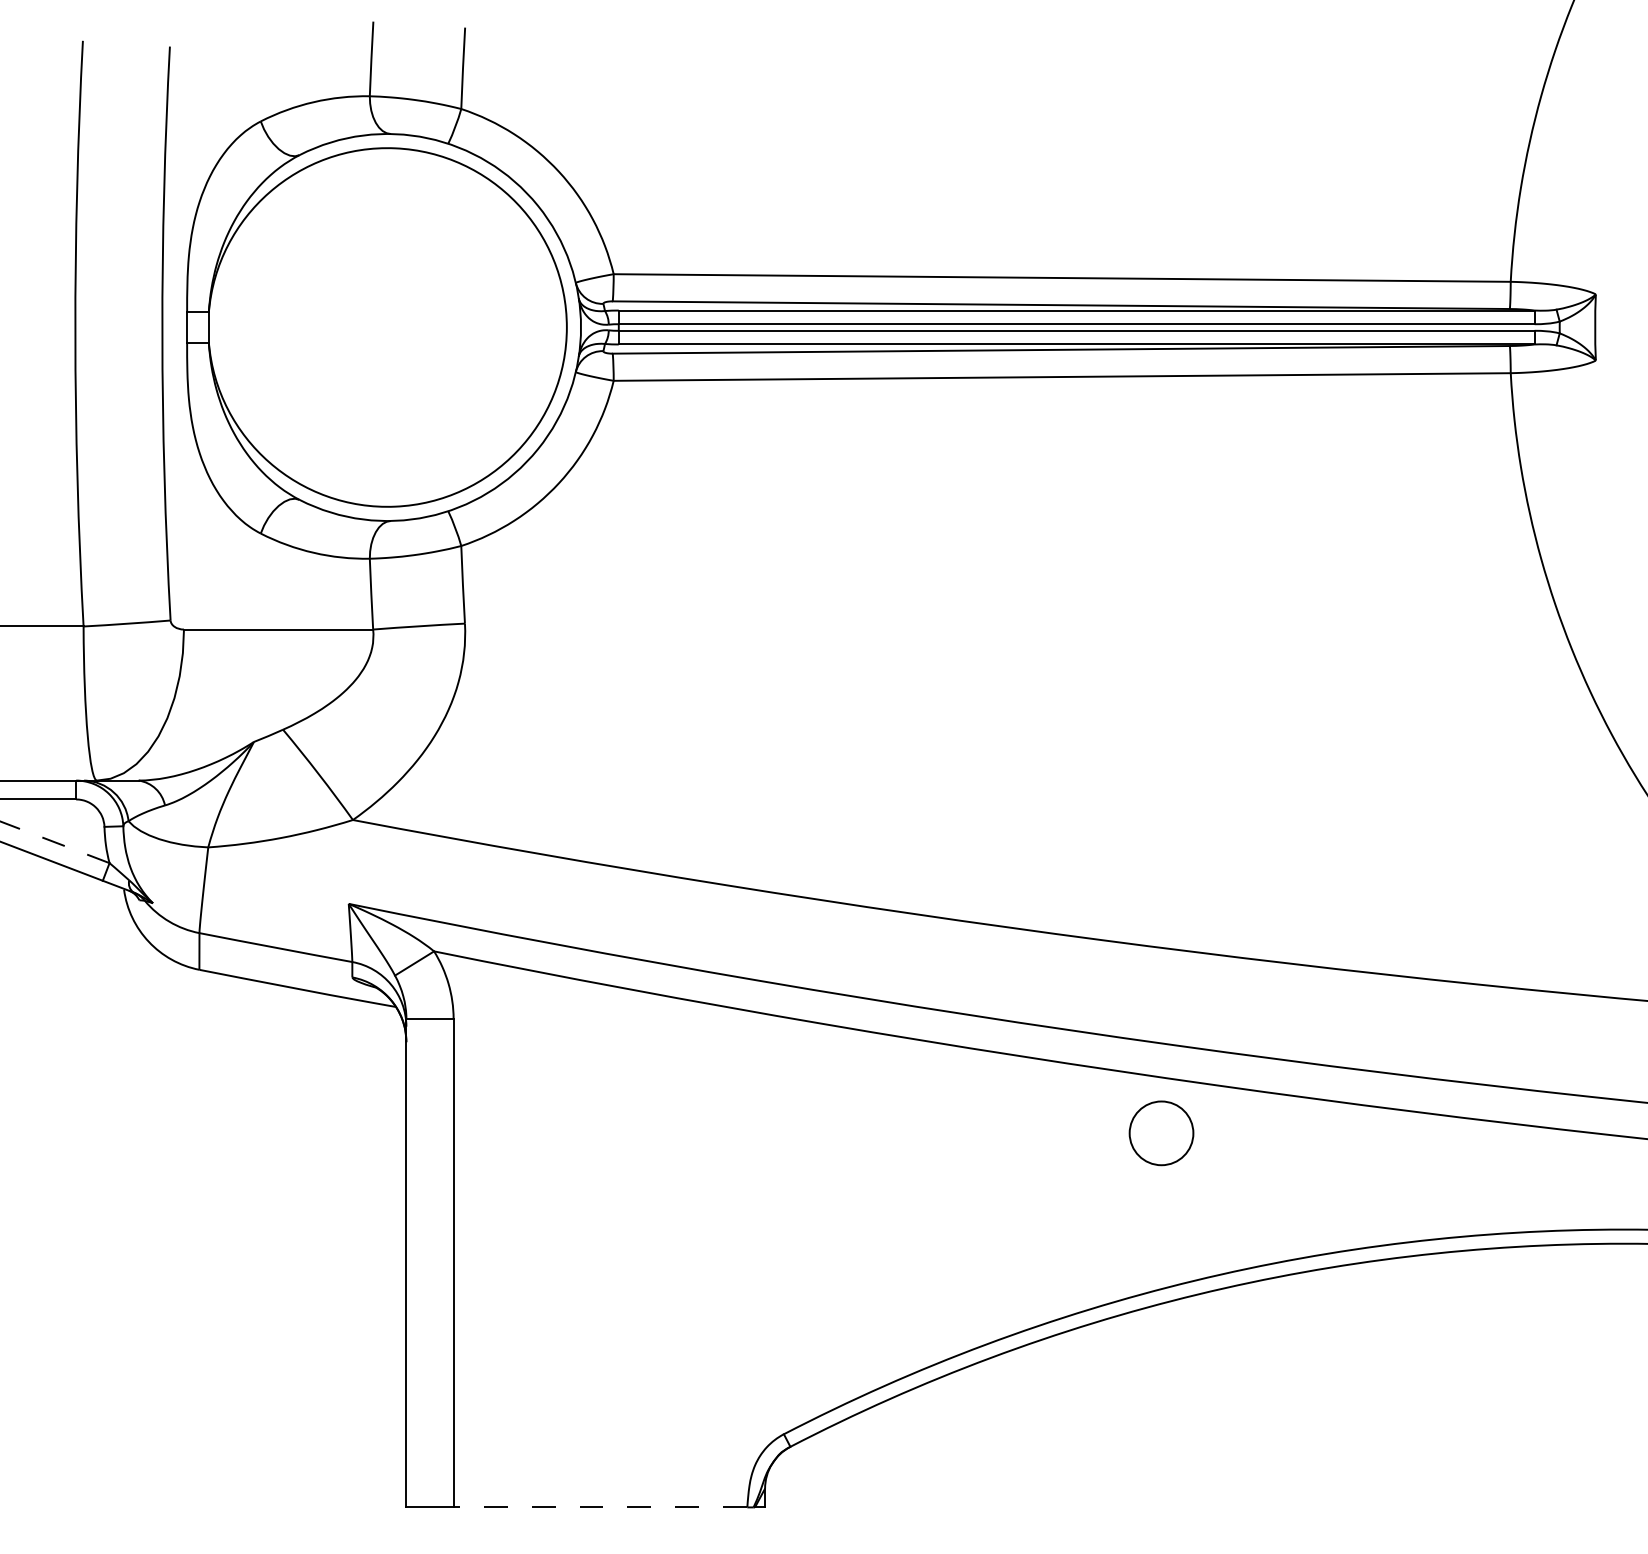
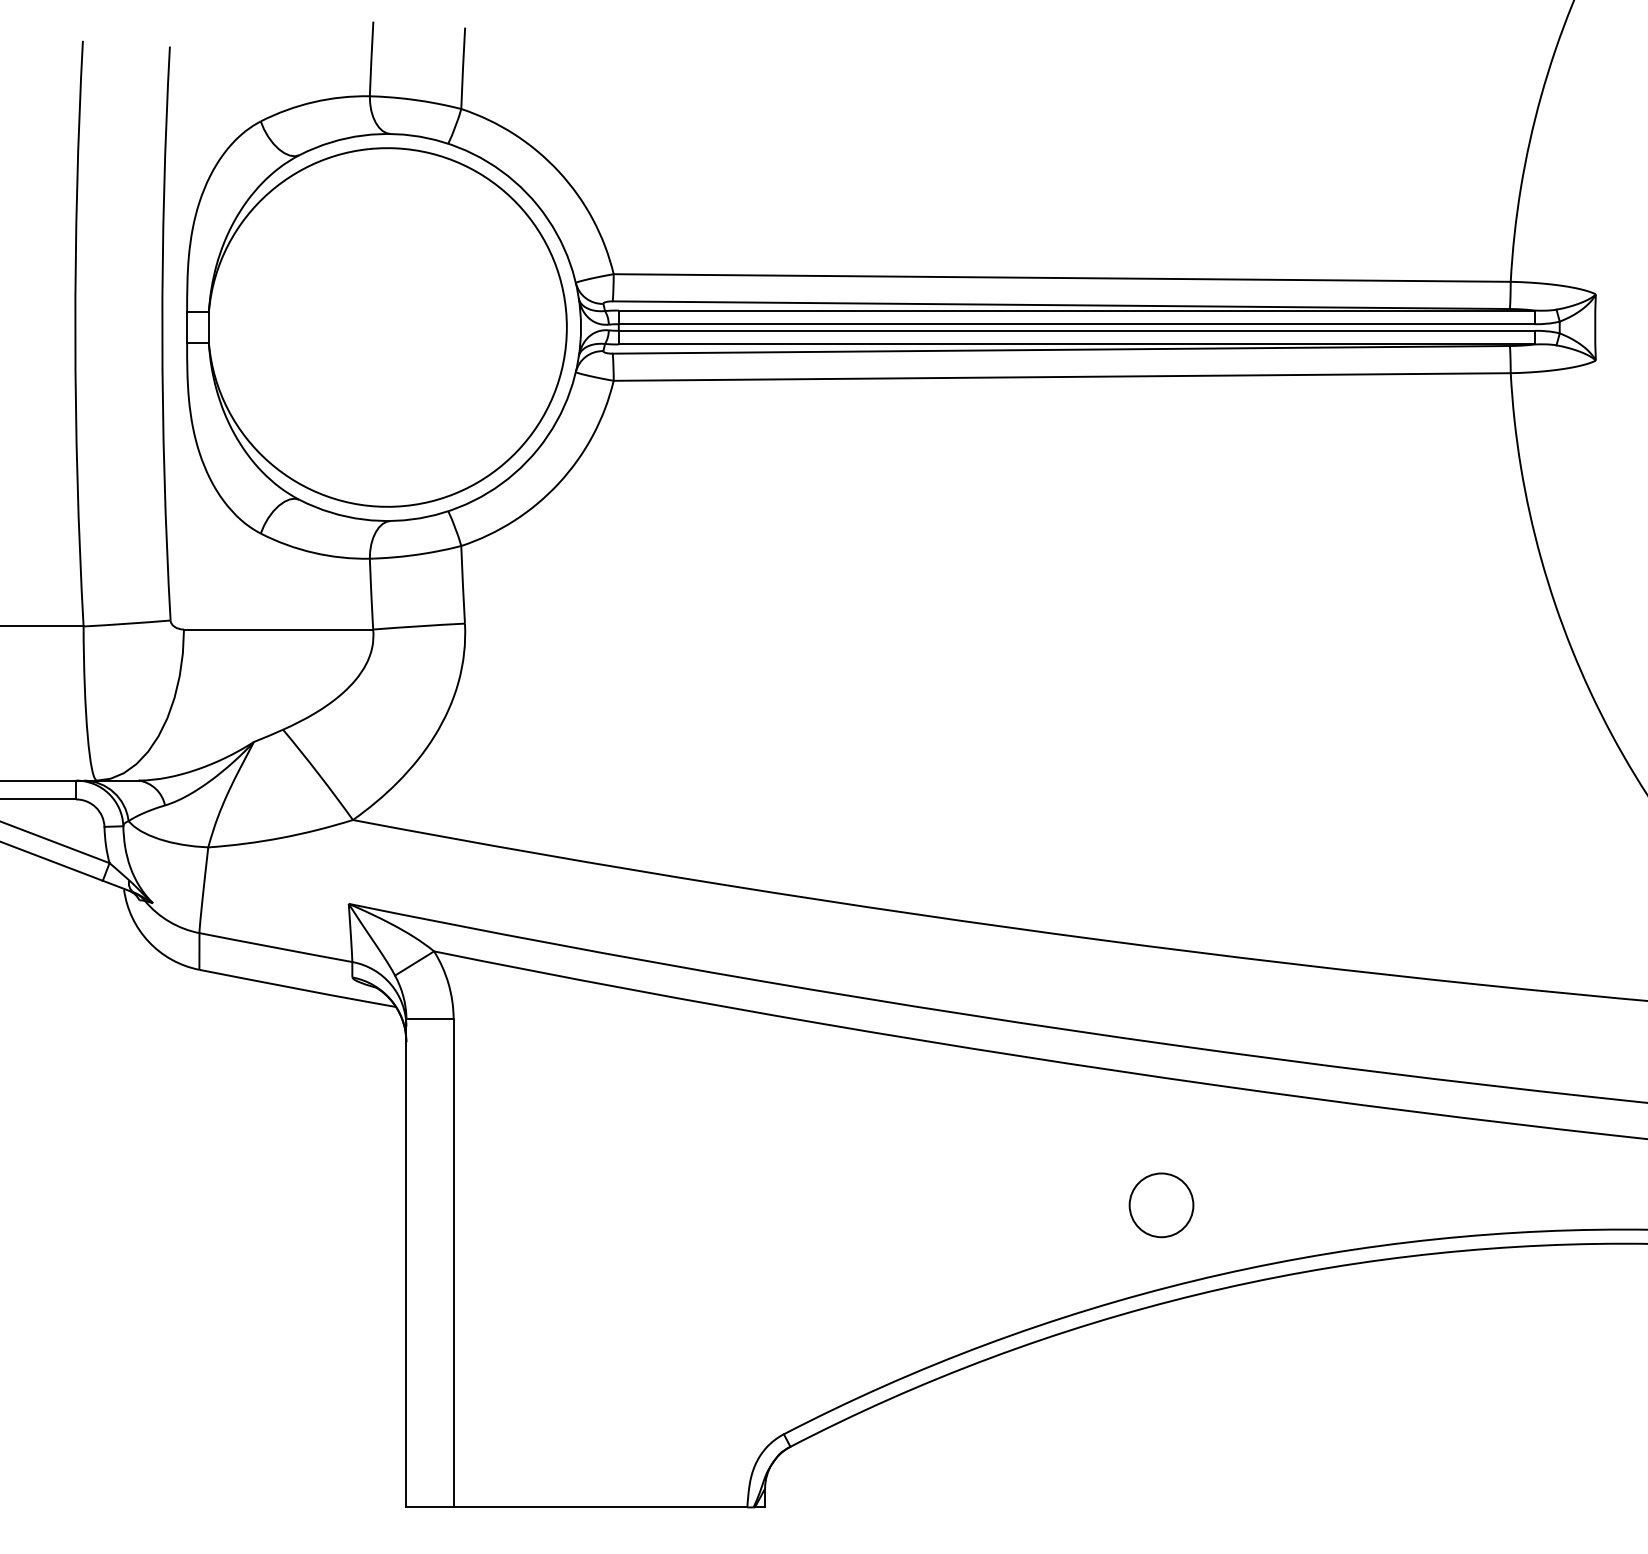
line at (54, 842): dashed -> solid
circle at (1161, 1133) position: (1161, 1133) -> (1161, 1205)
line at (600, 1507): dashed -> solid
